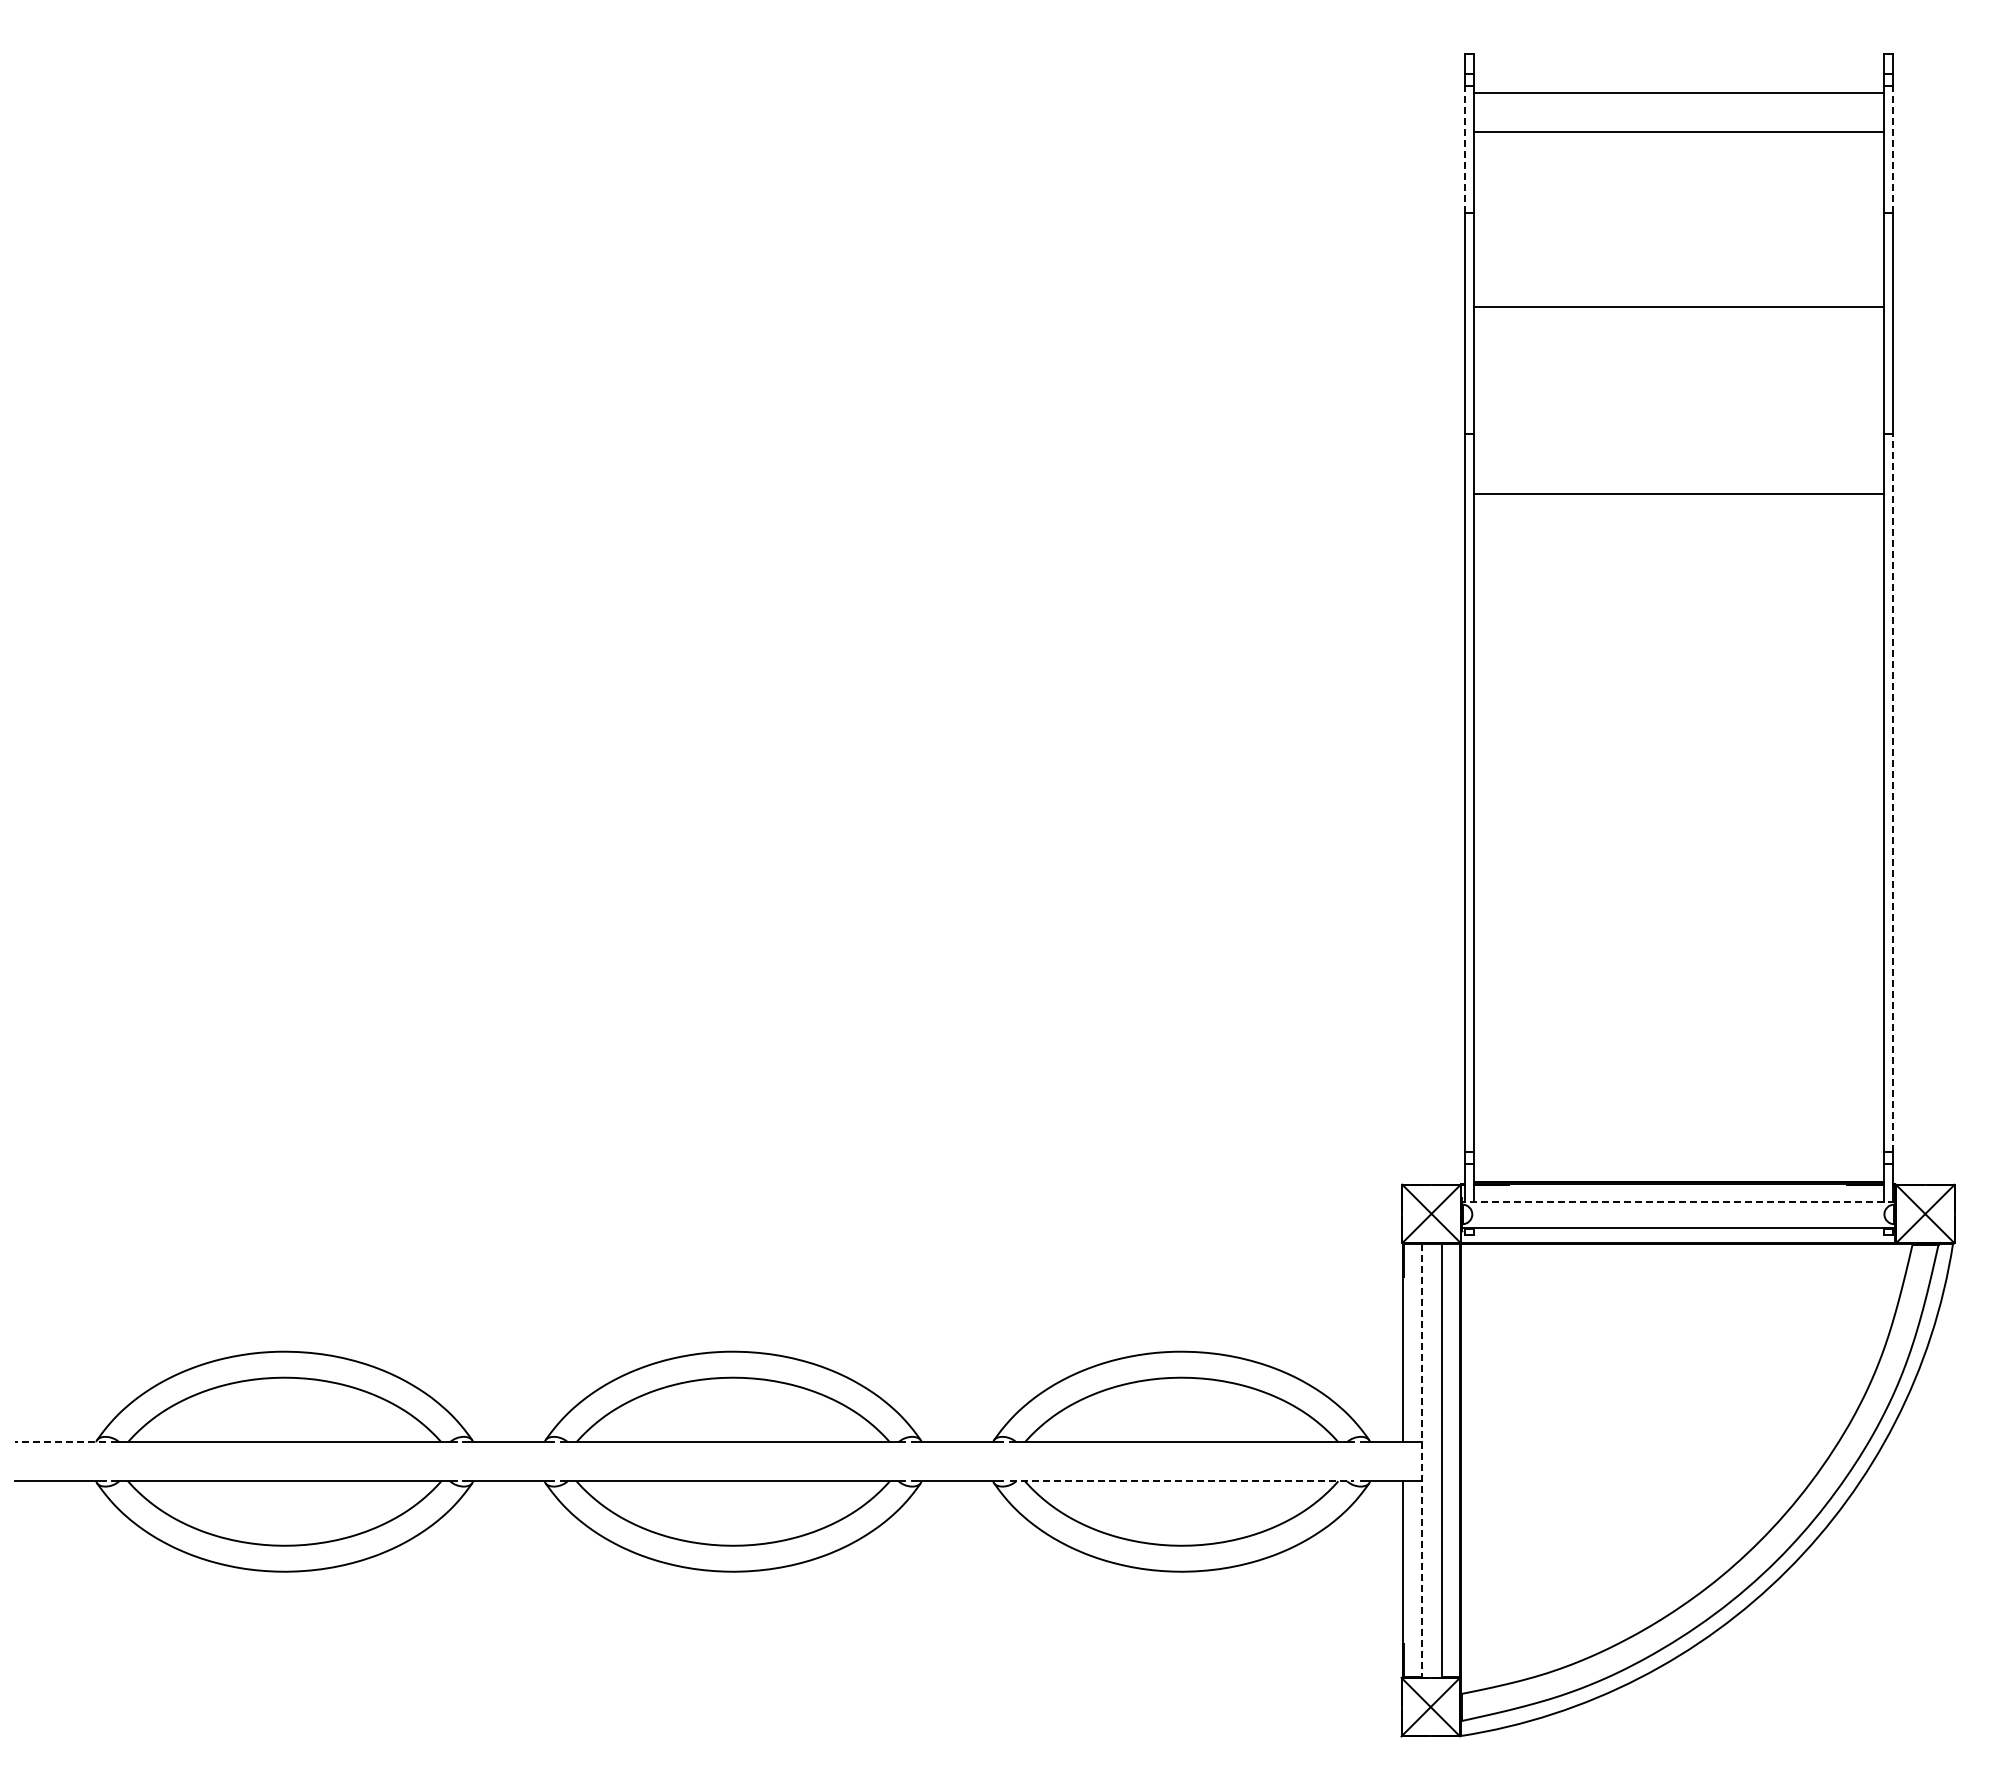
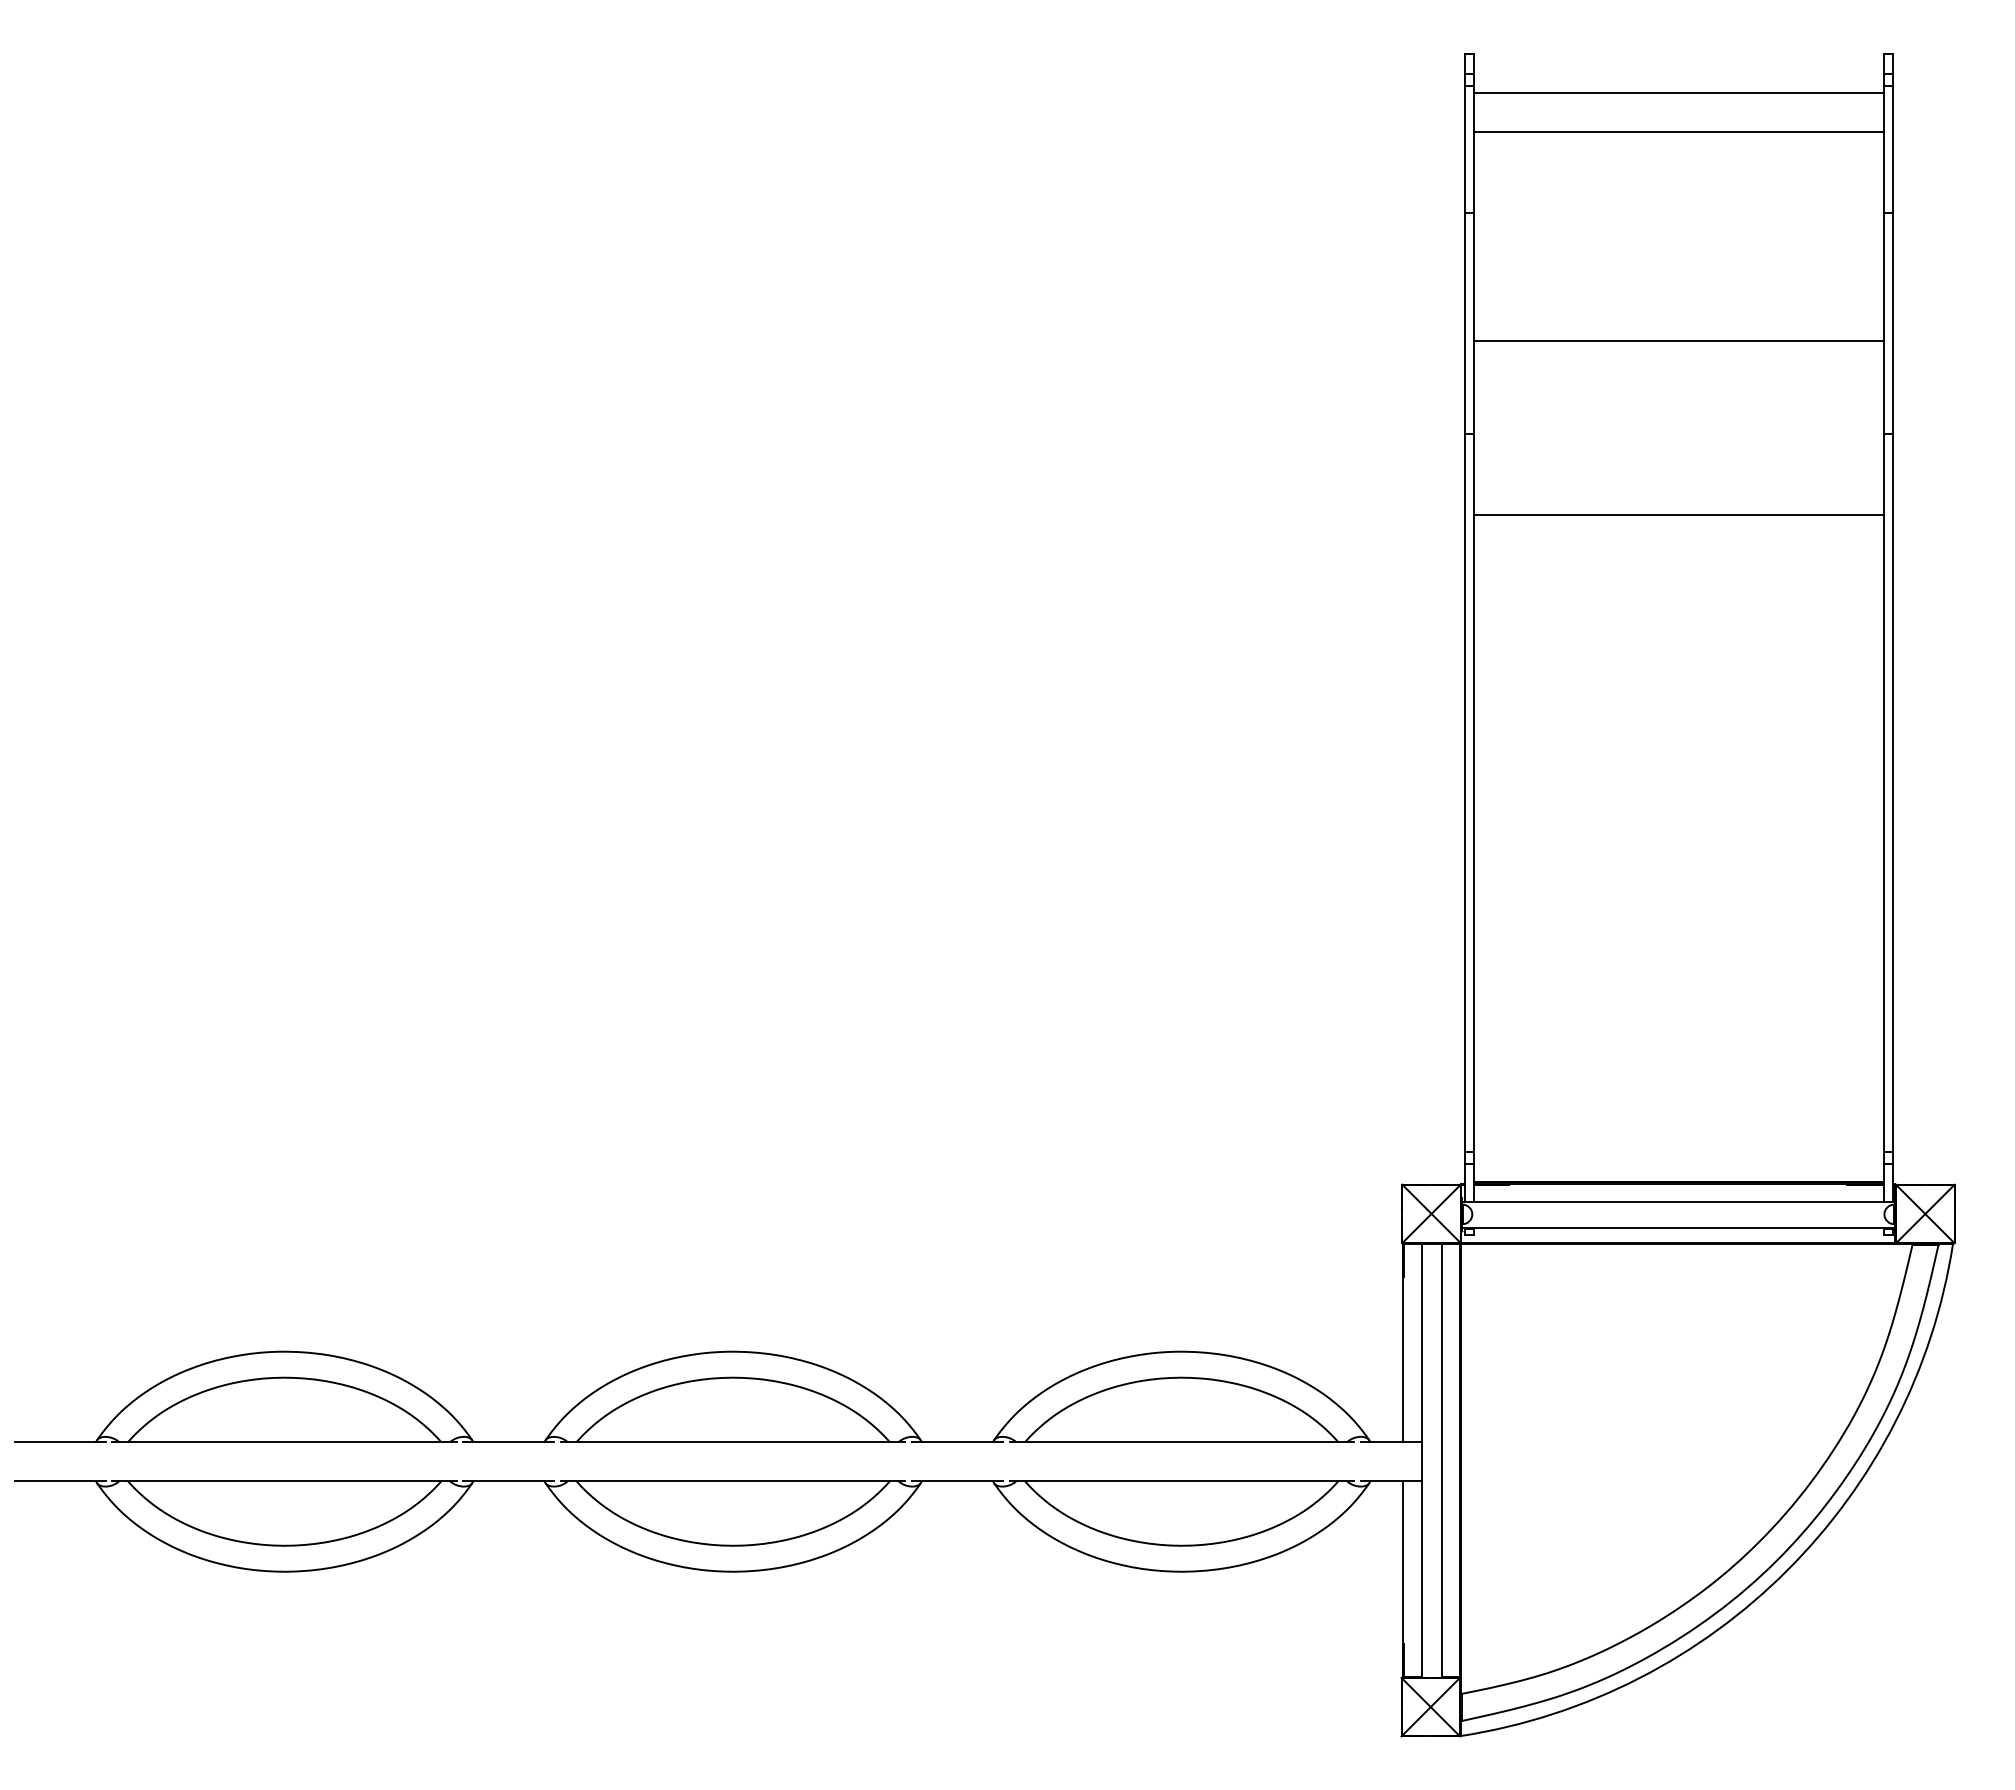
line at (1465, 149): dashed -> solid
line at (1892, 149): dashed -> solid
line at (1678, 307) position: (1678, 307) -> (1678, 341)
line at (1678, 494) position: (1678, 494) -> (1678, 515)
line at (1892, 792): dashed -> solid
line at (1677, 1201): dashed -> solid
line at (59, 1442): dashed -> solid
line at (1422, 1460): dashed -> solid
line at (1182, 1481): dashed -> solid
